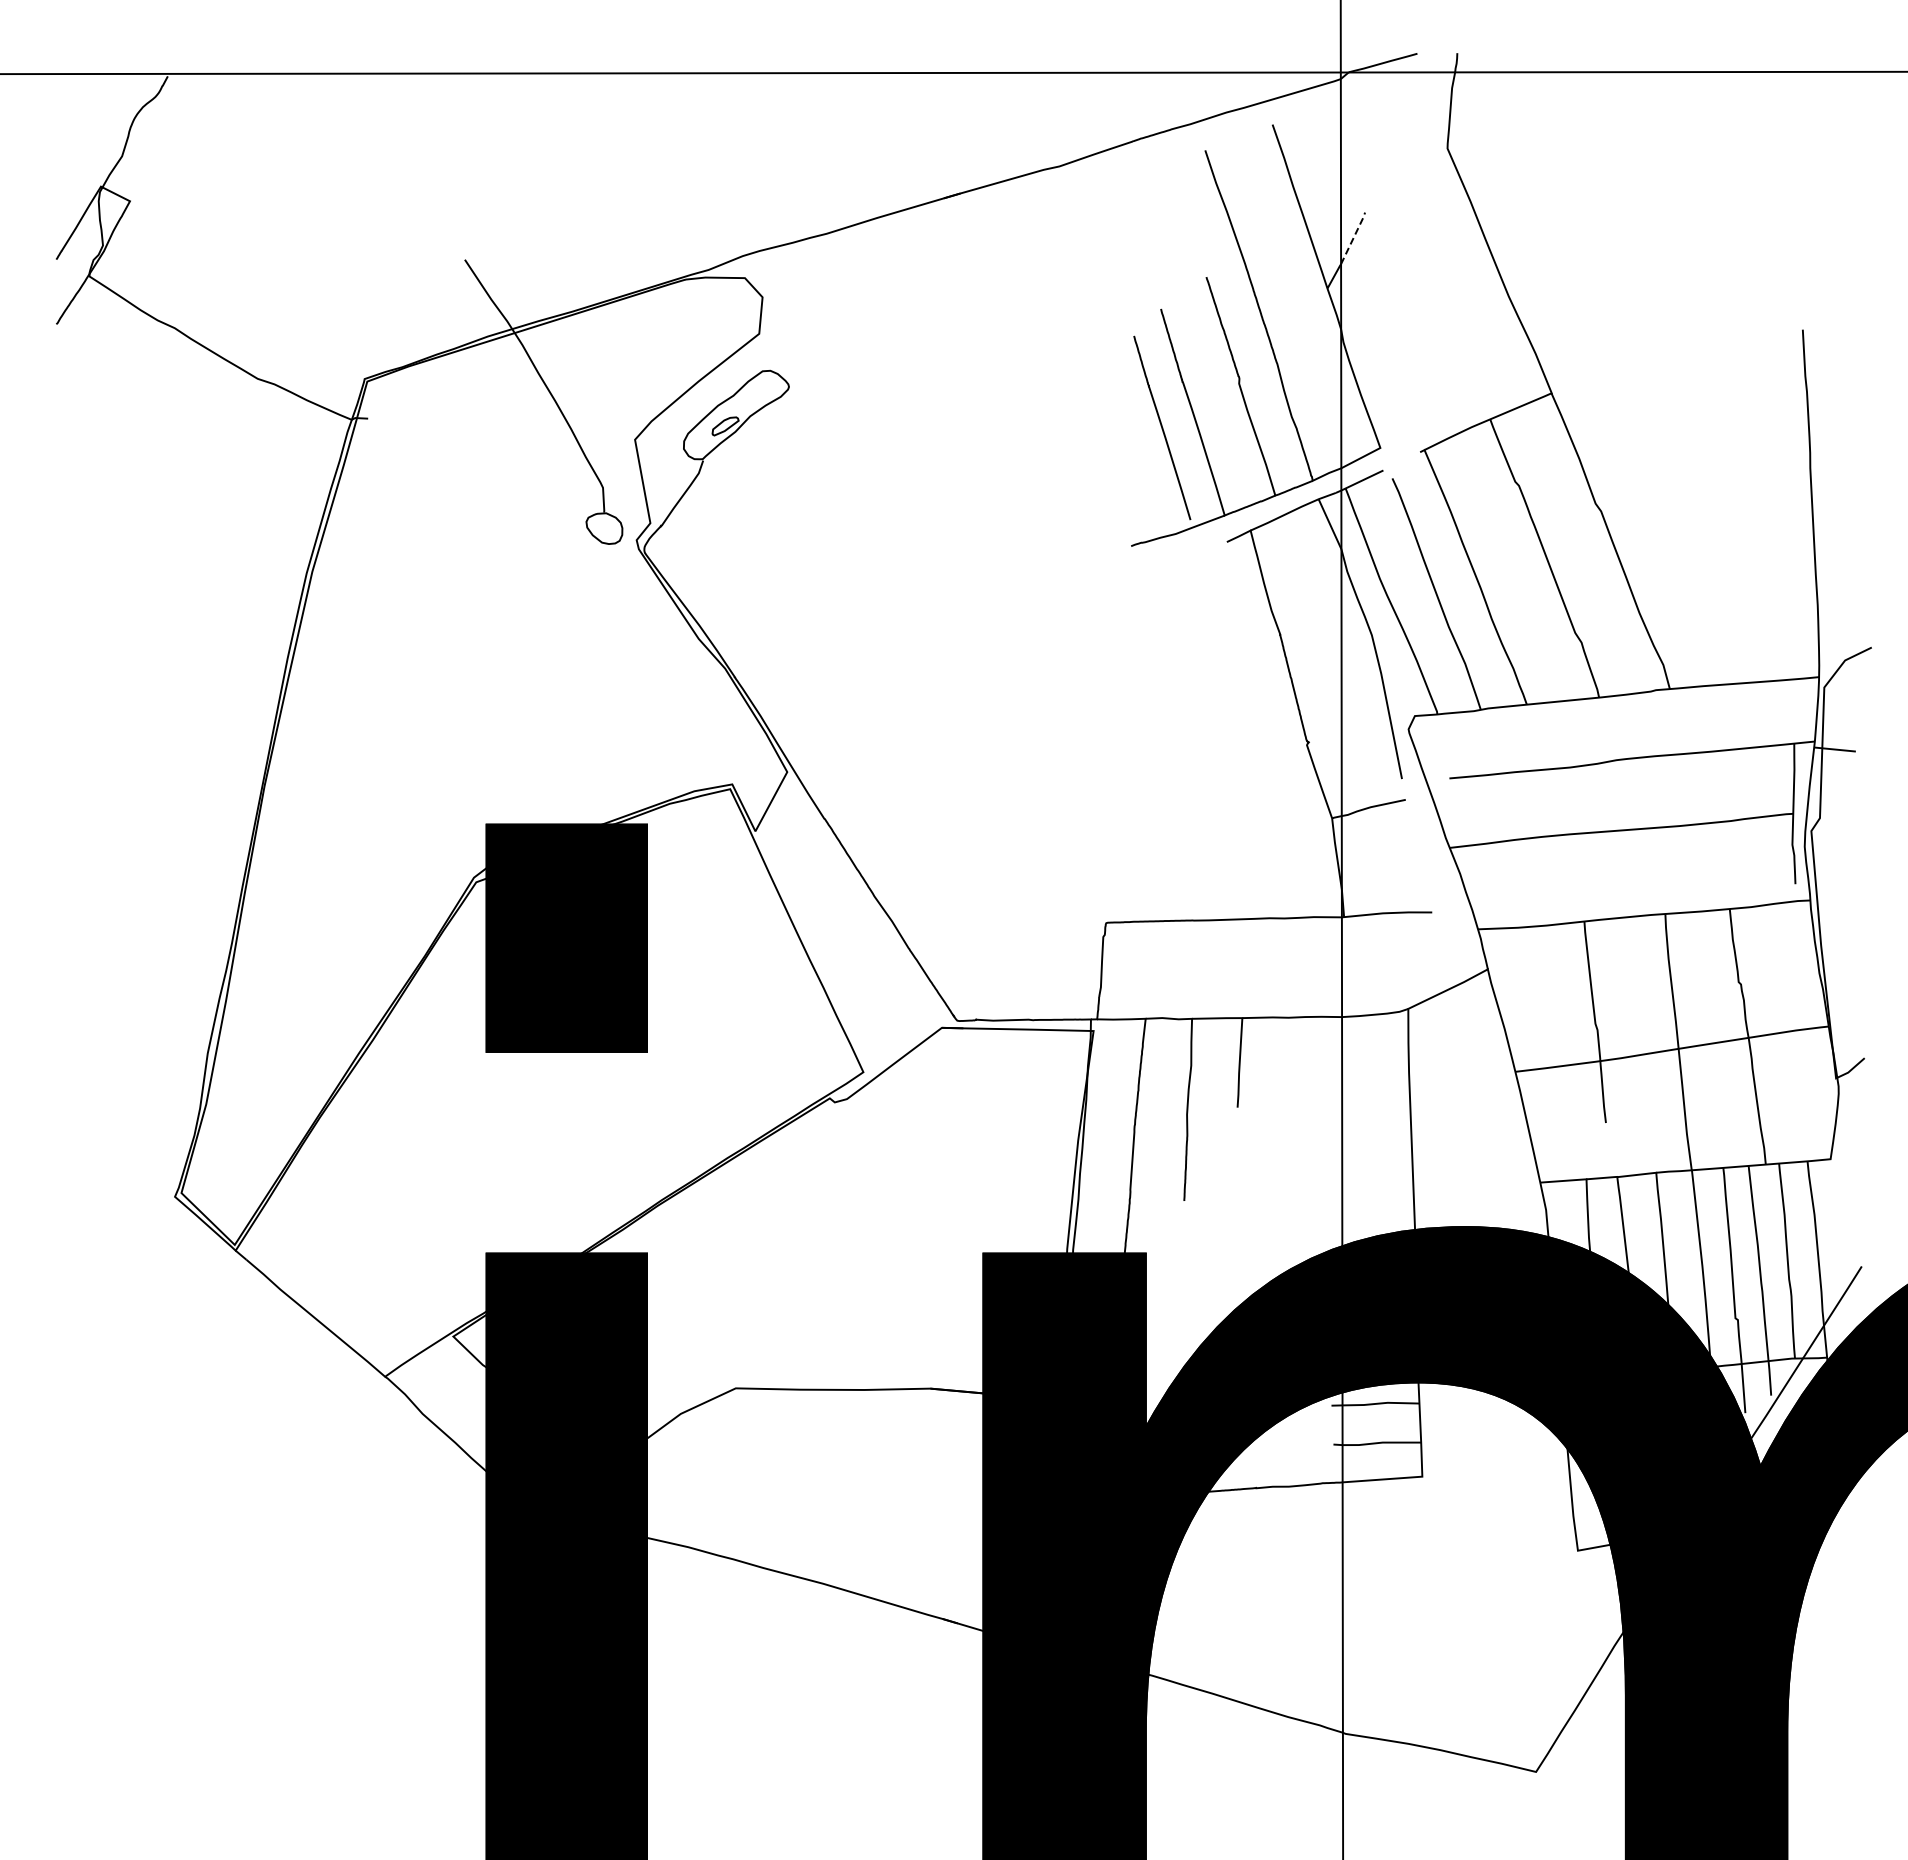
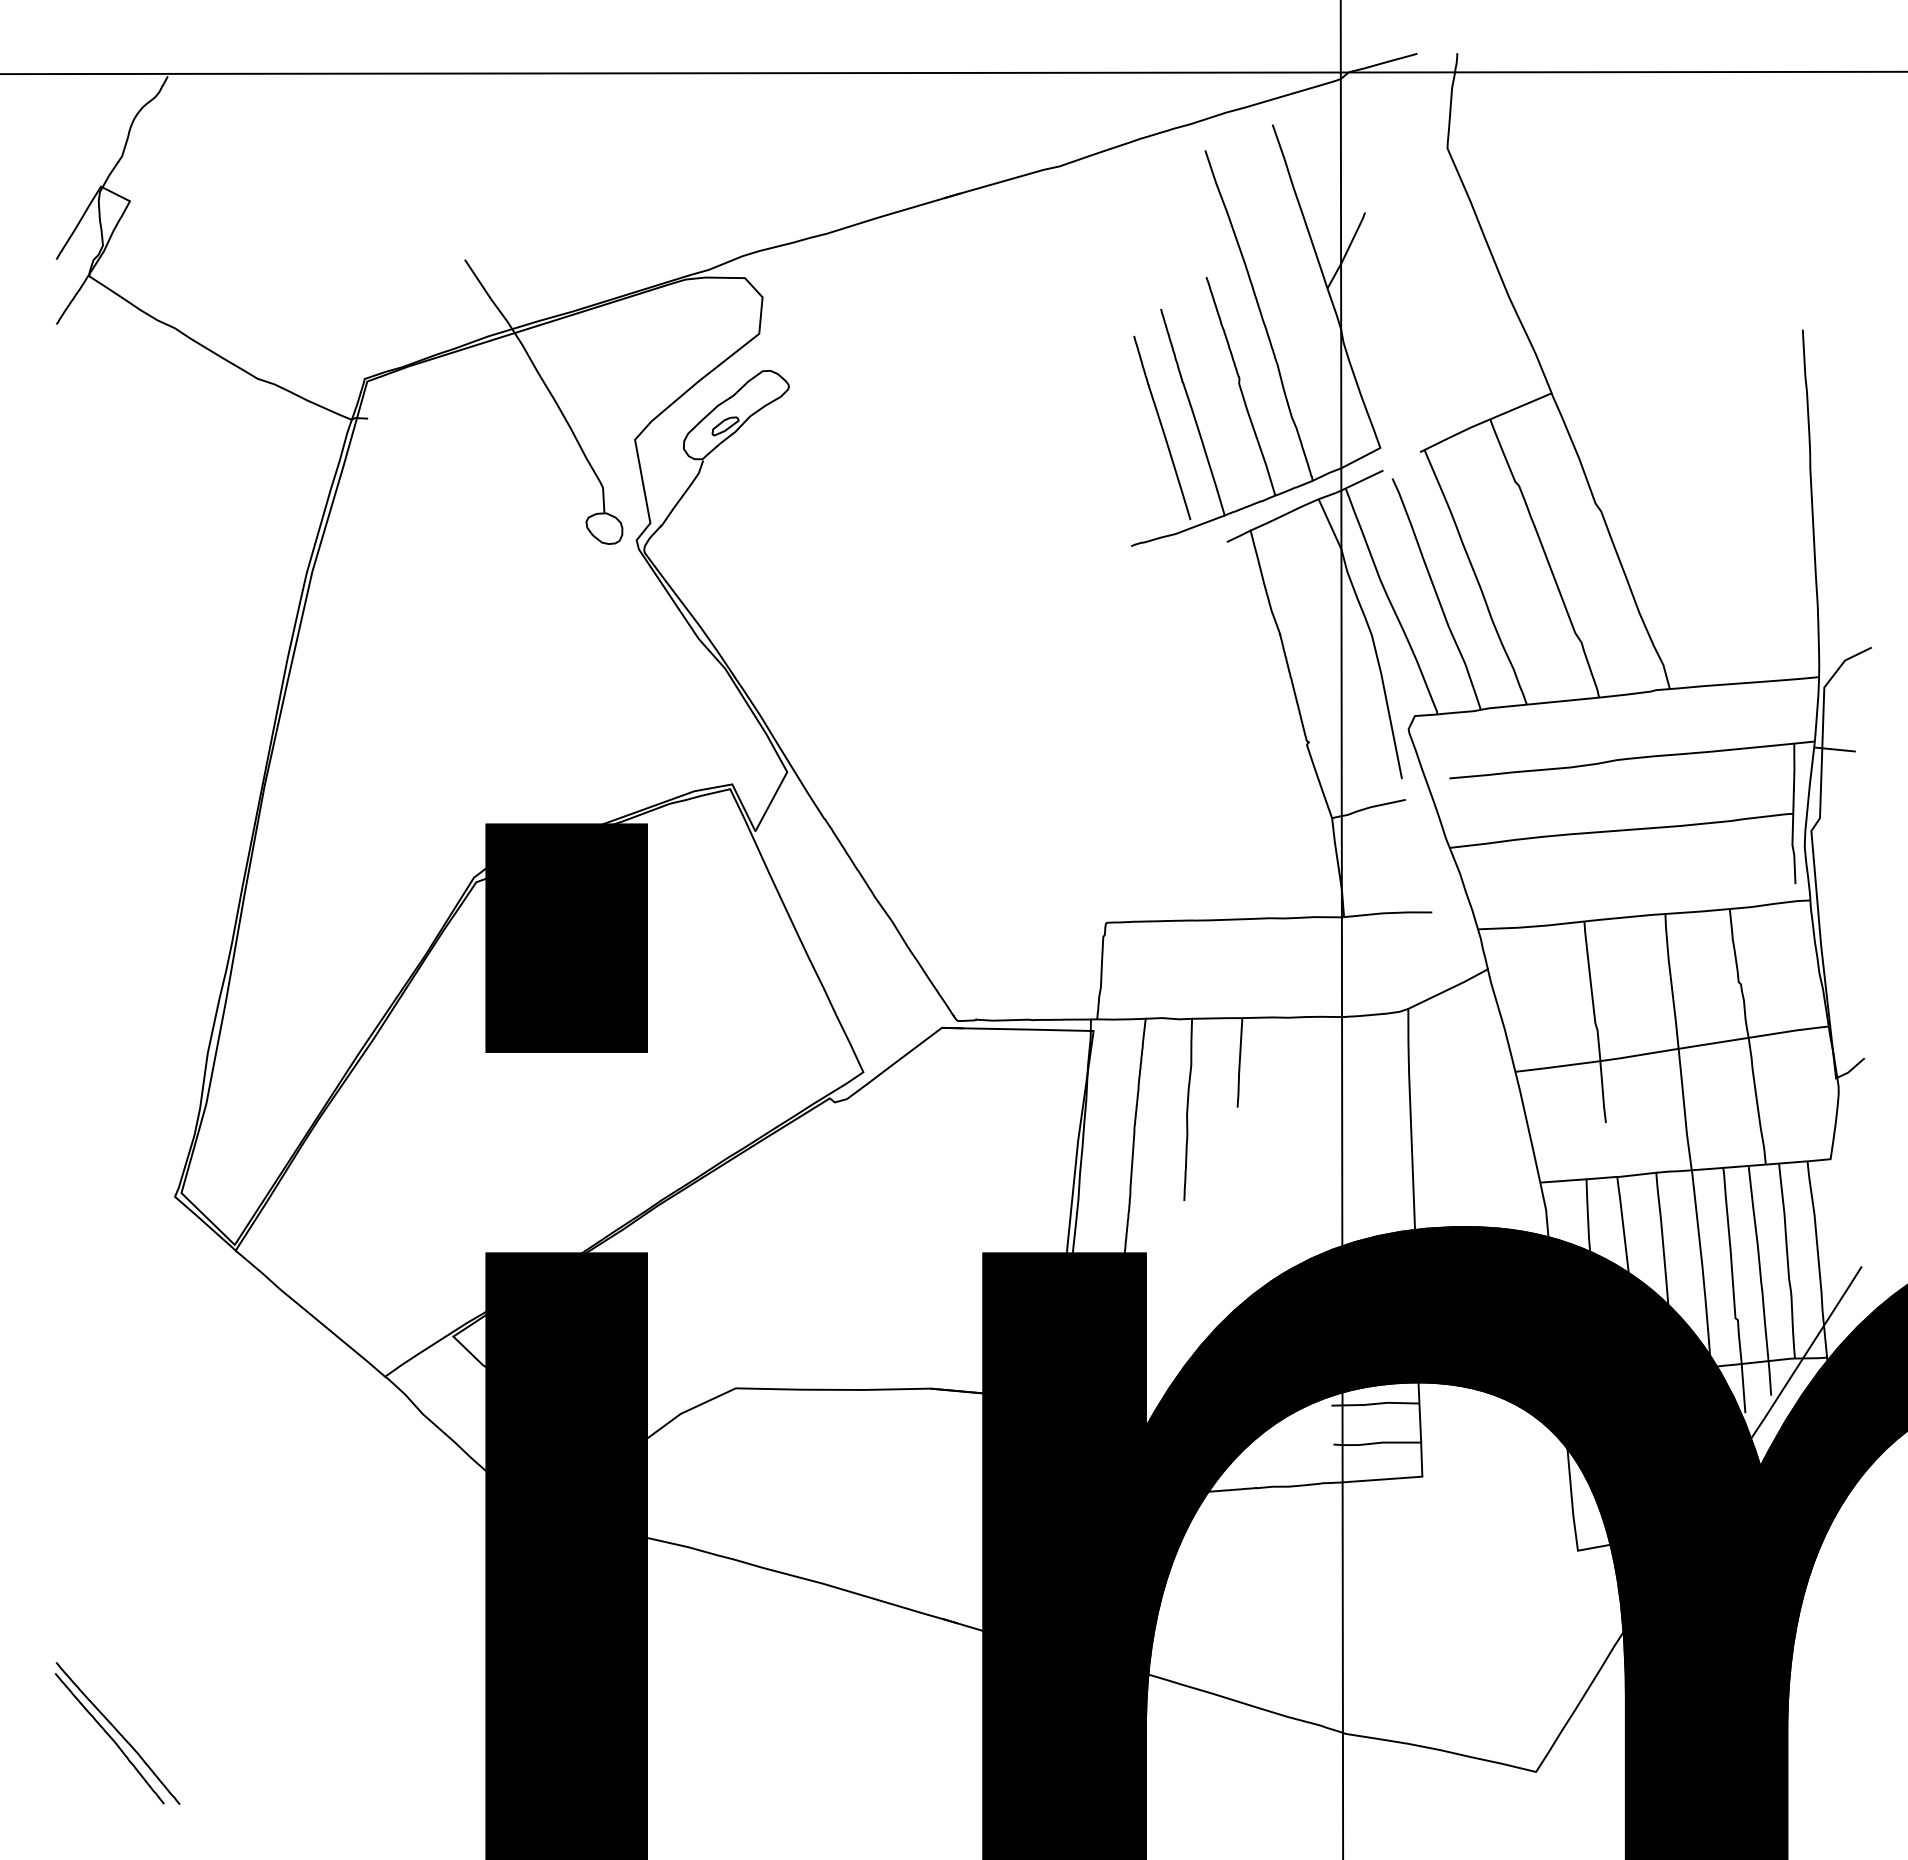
line at (1353, 237): dashed -> solid
part at (117, 1733): none -> present
